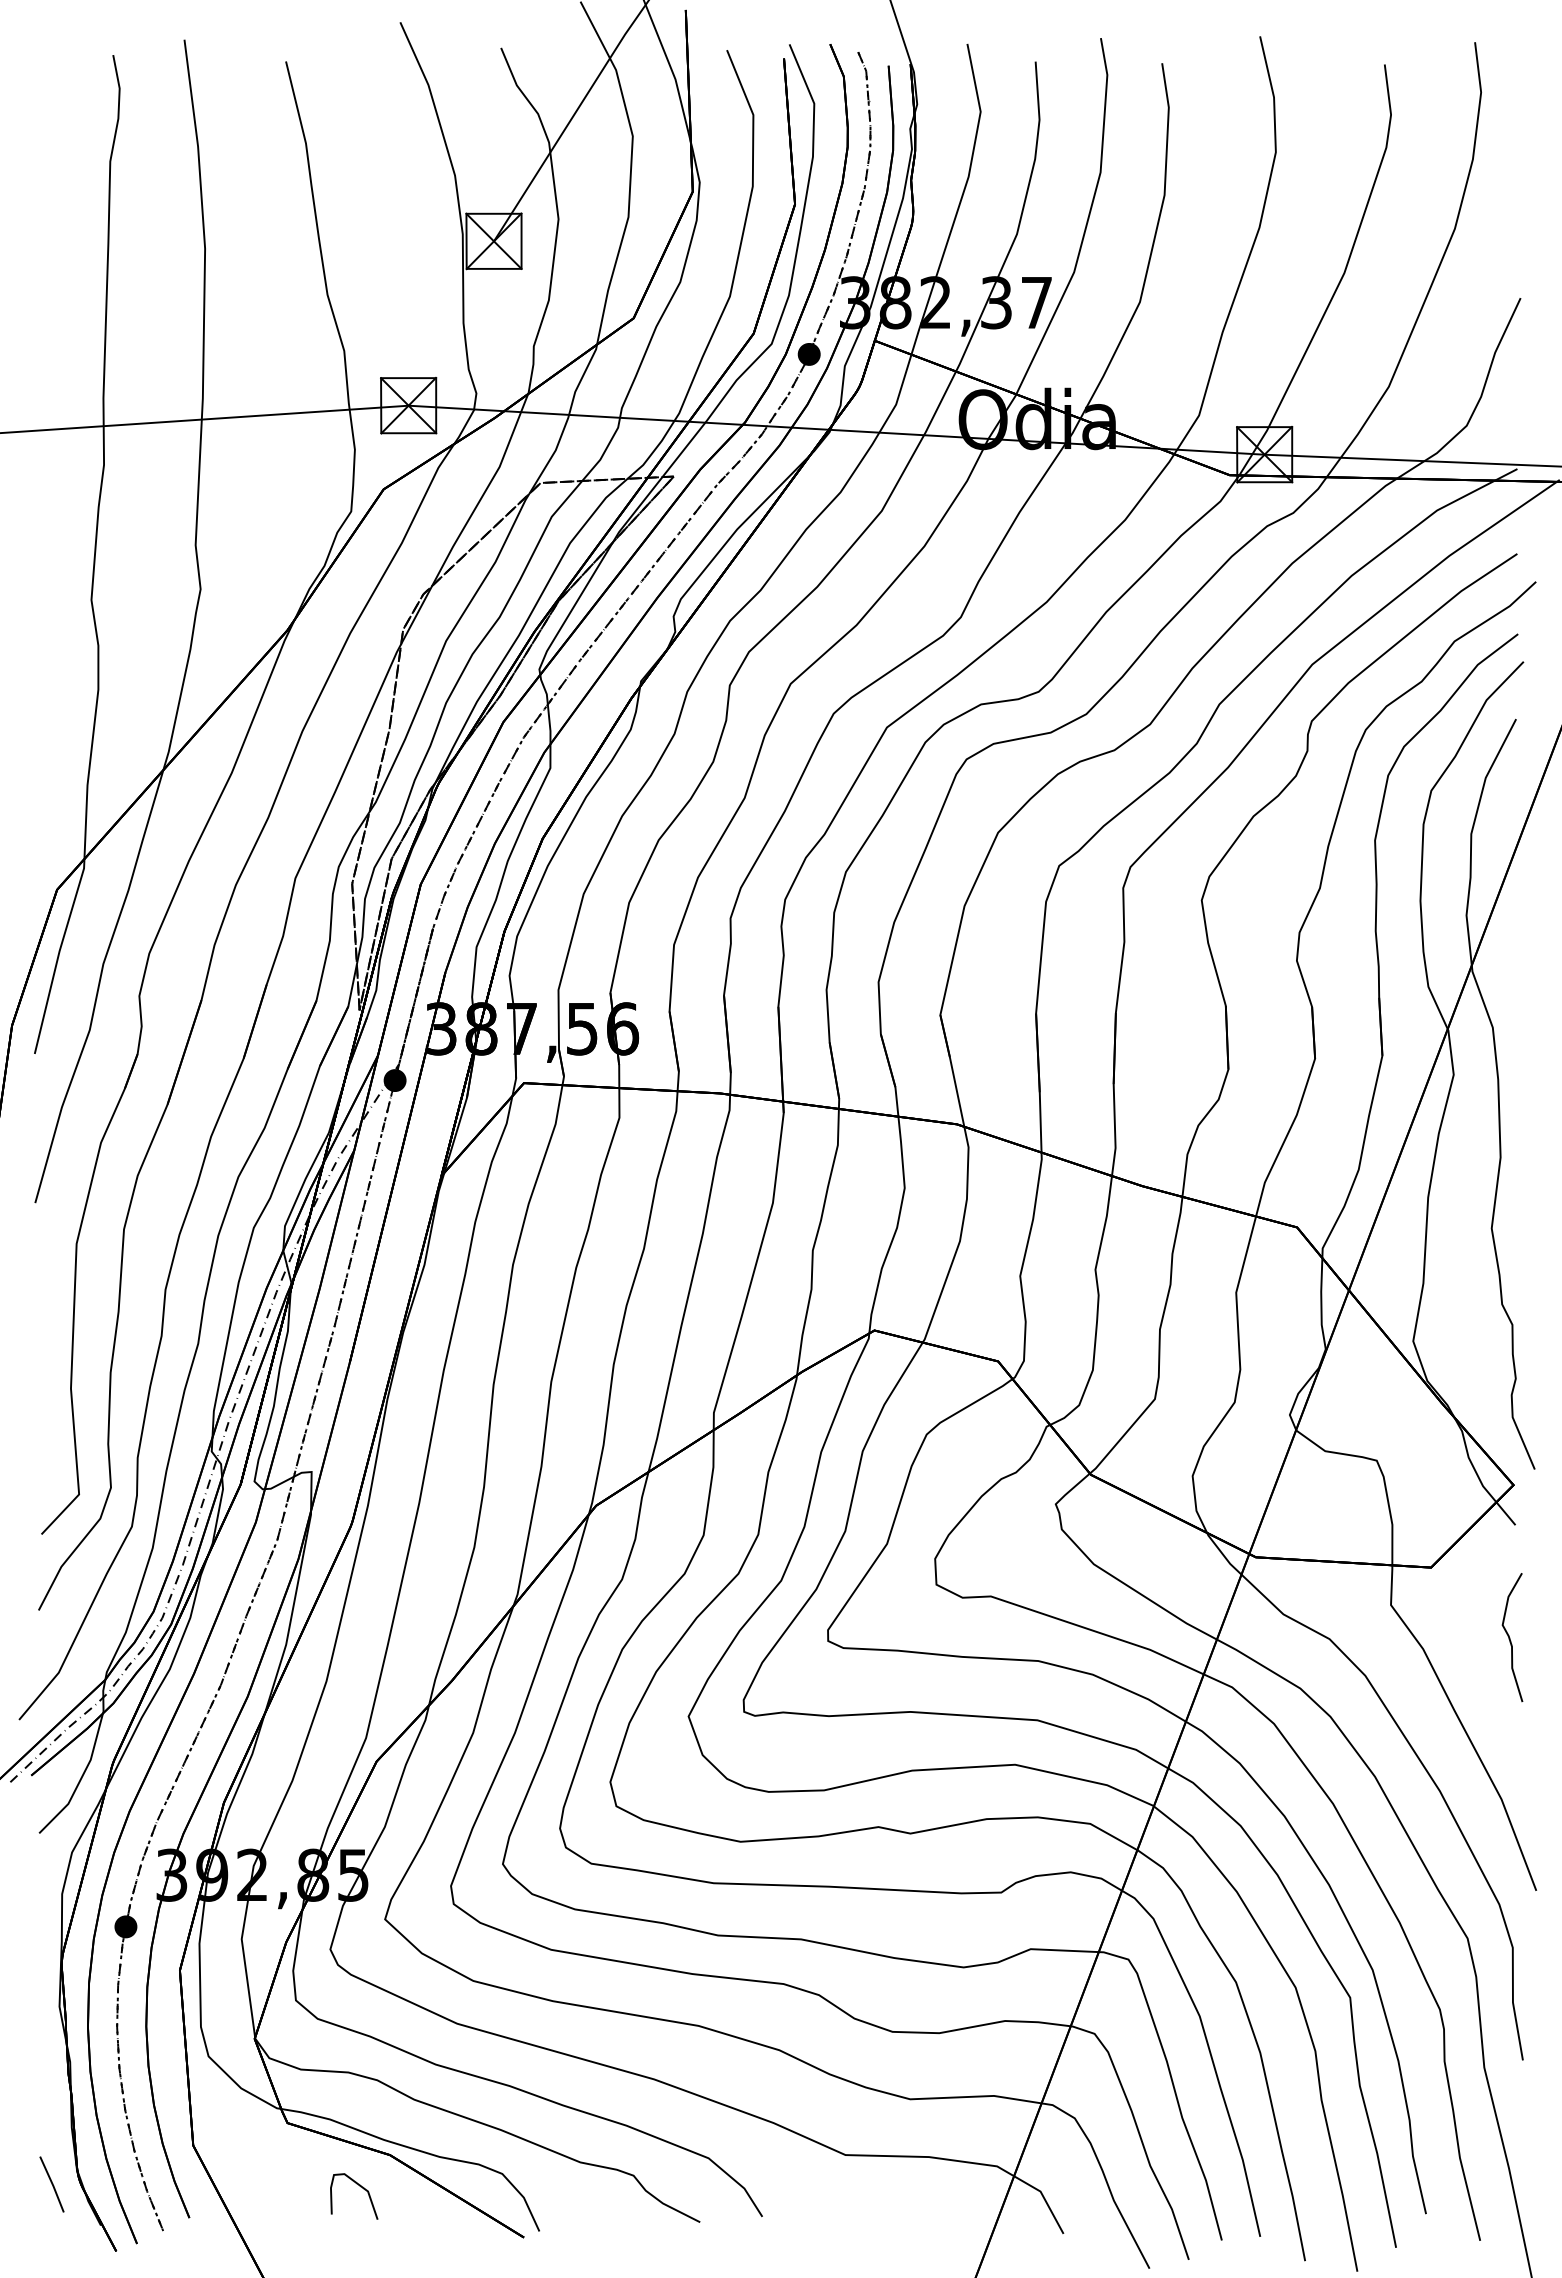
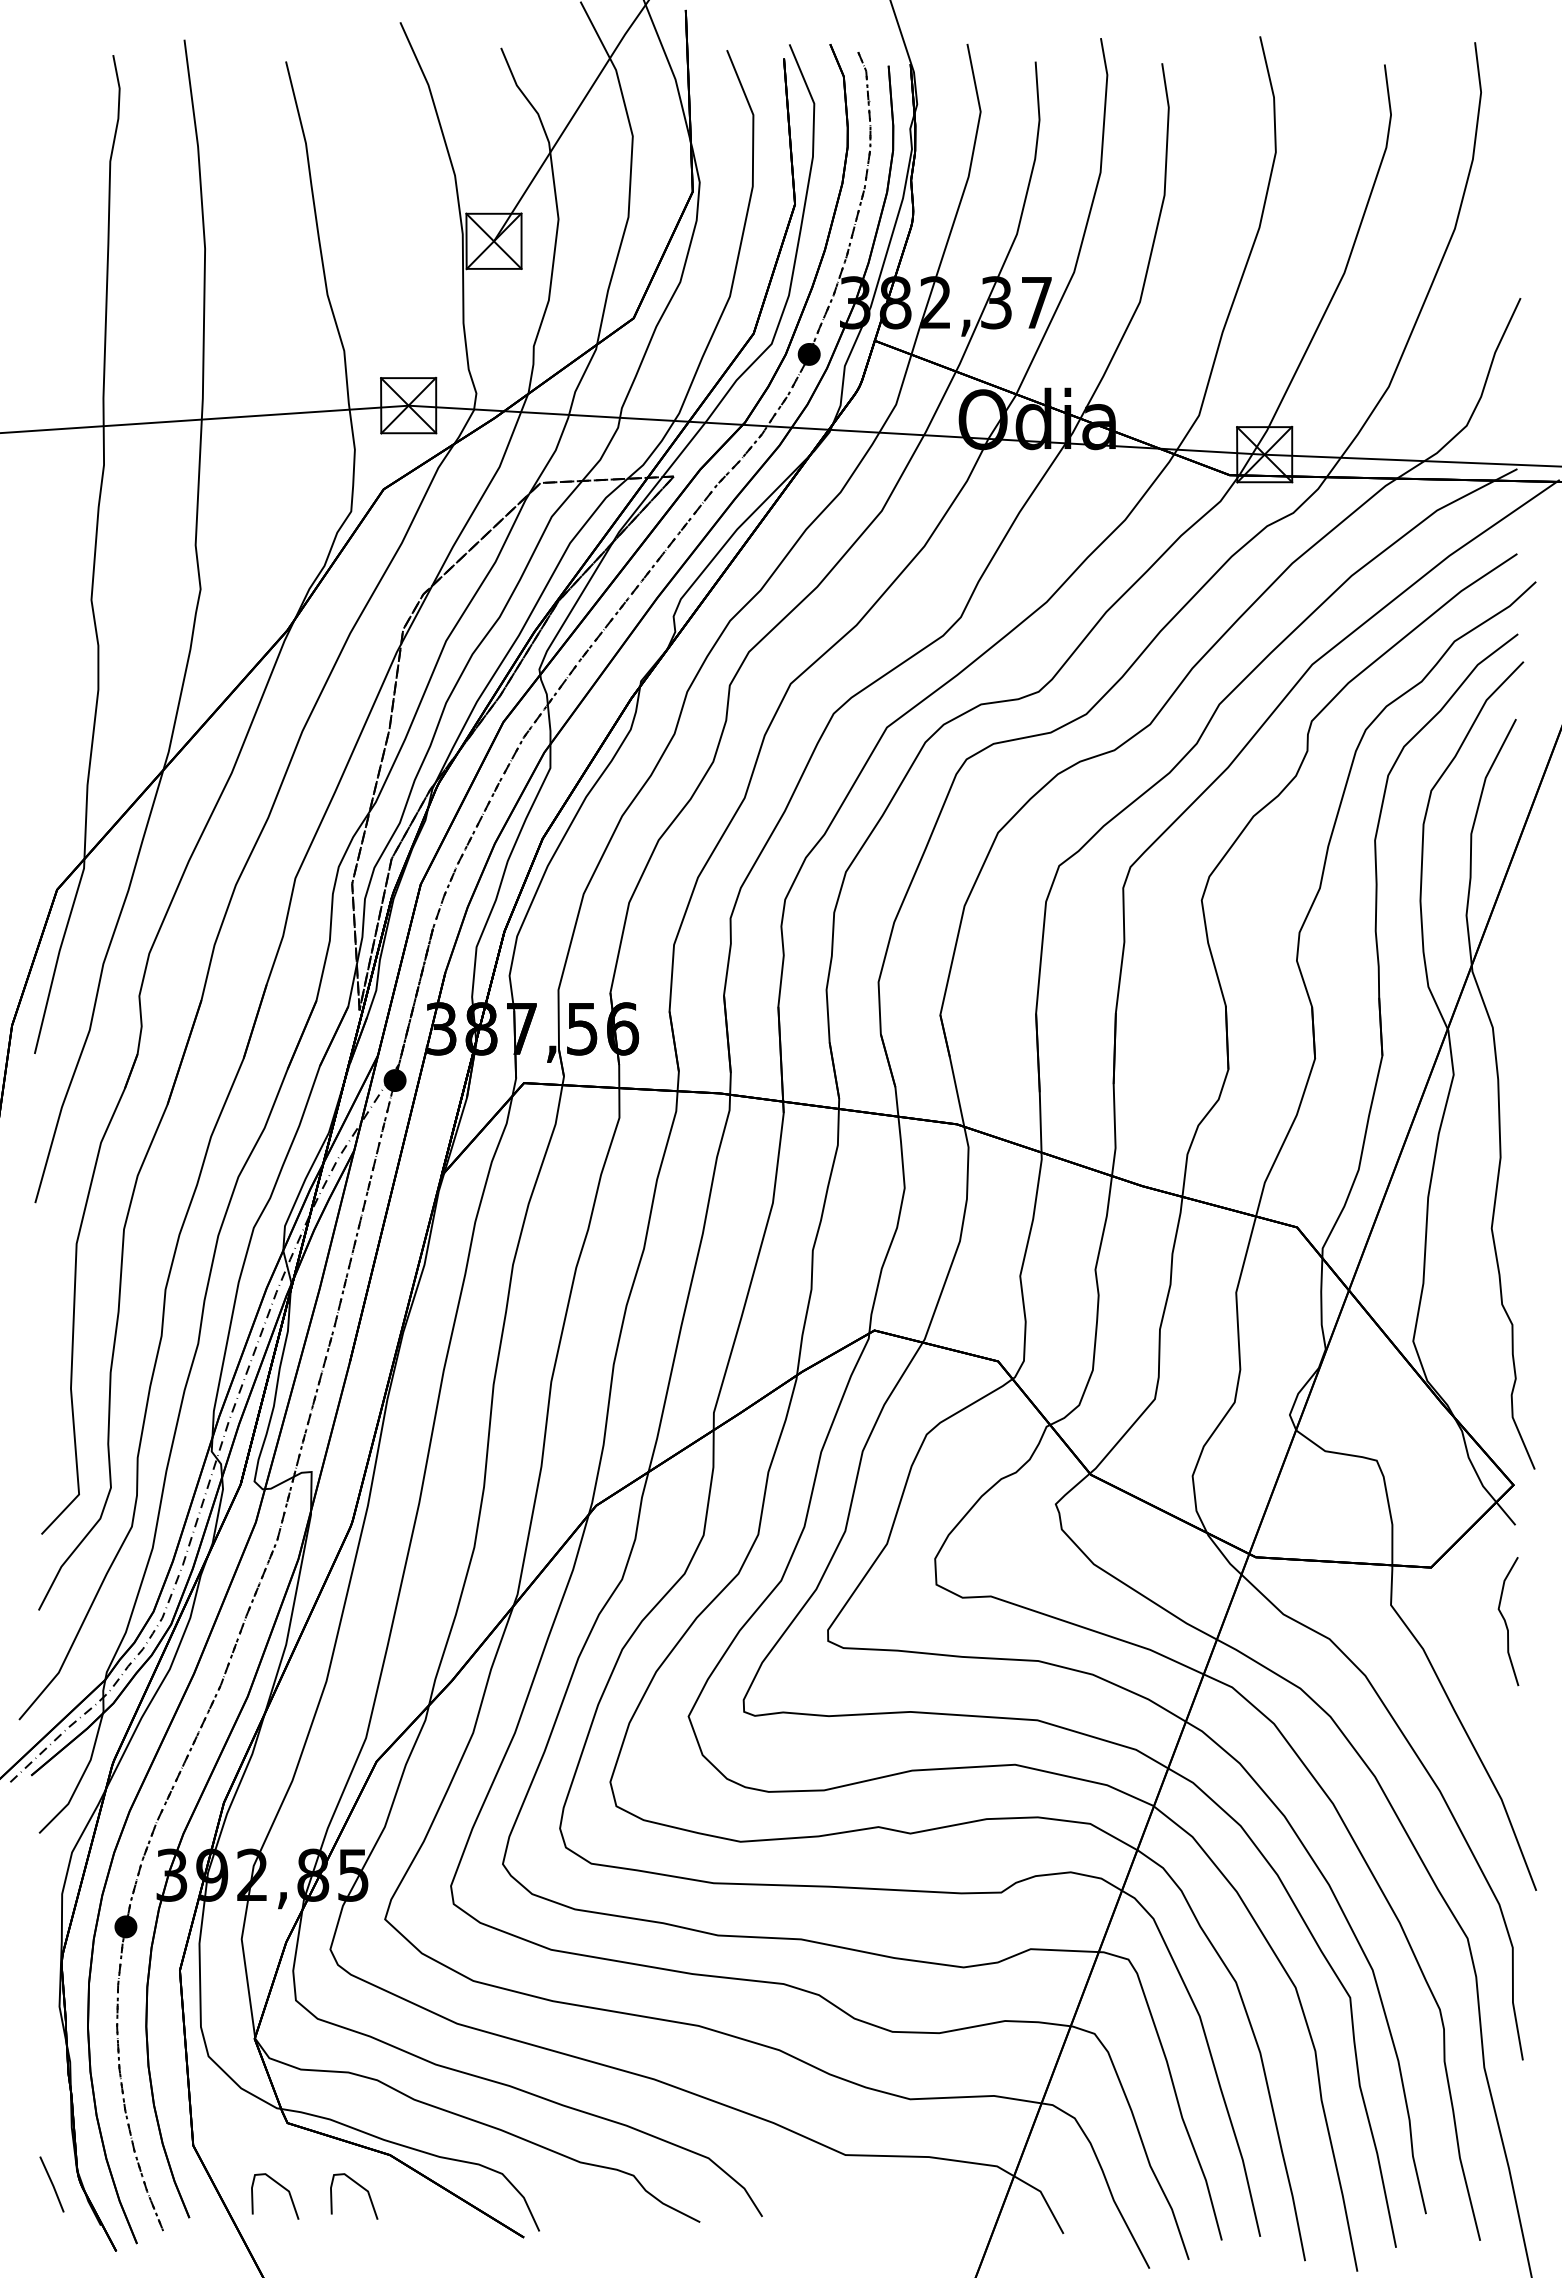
curve at (1510, 1637) position: (1510, 1637) -> (1506, 1621)
curve at (281, 2187): none -> present
